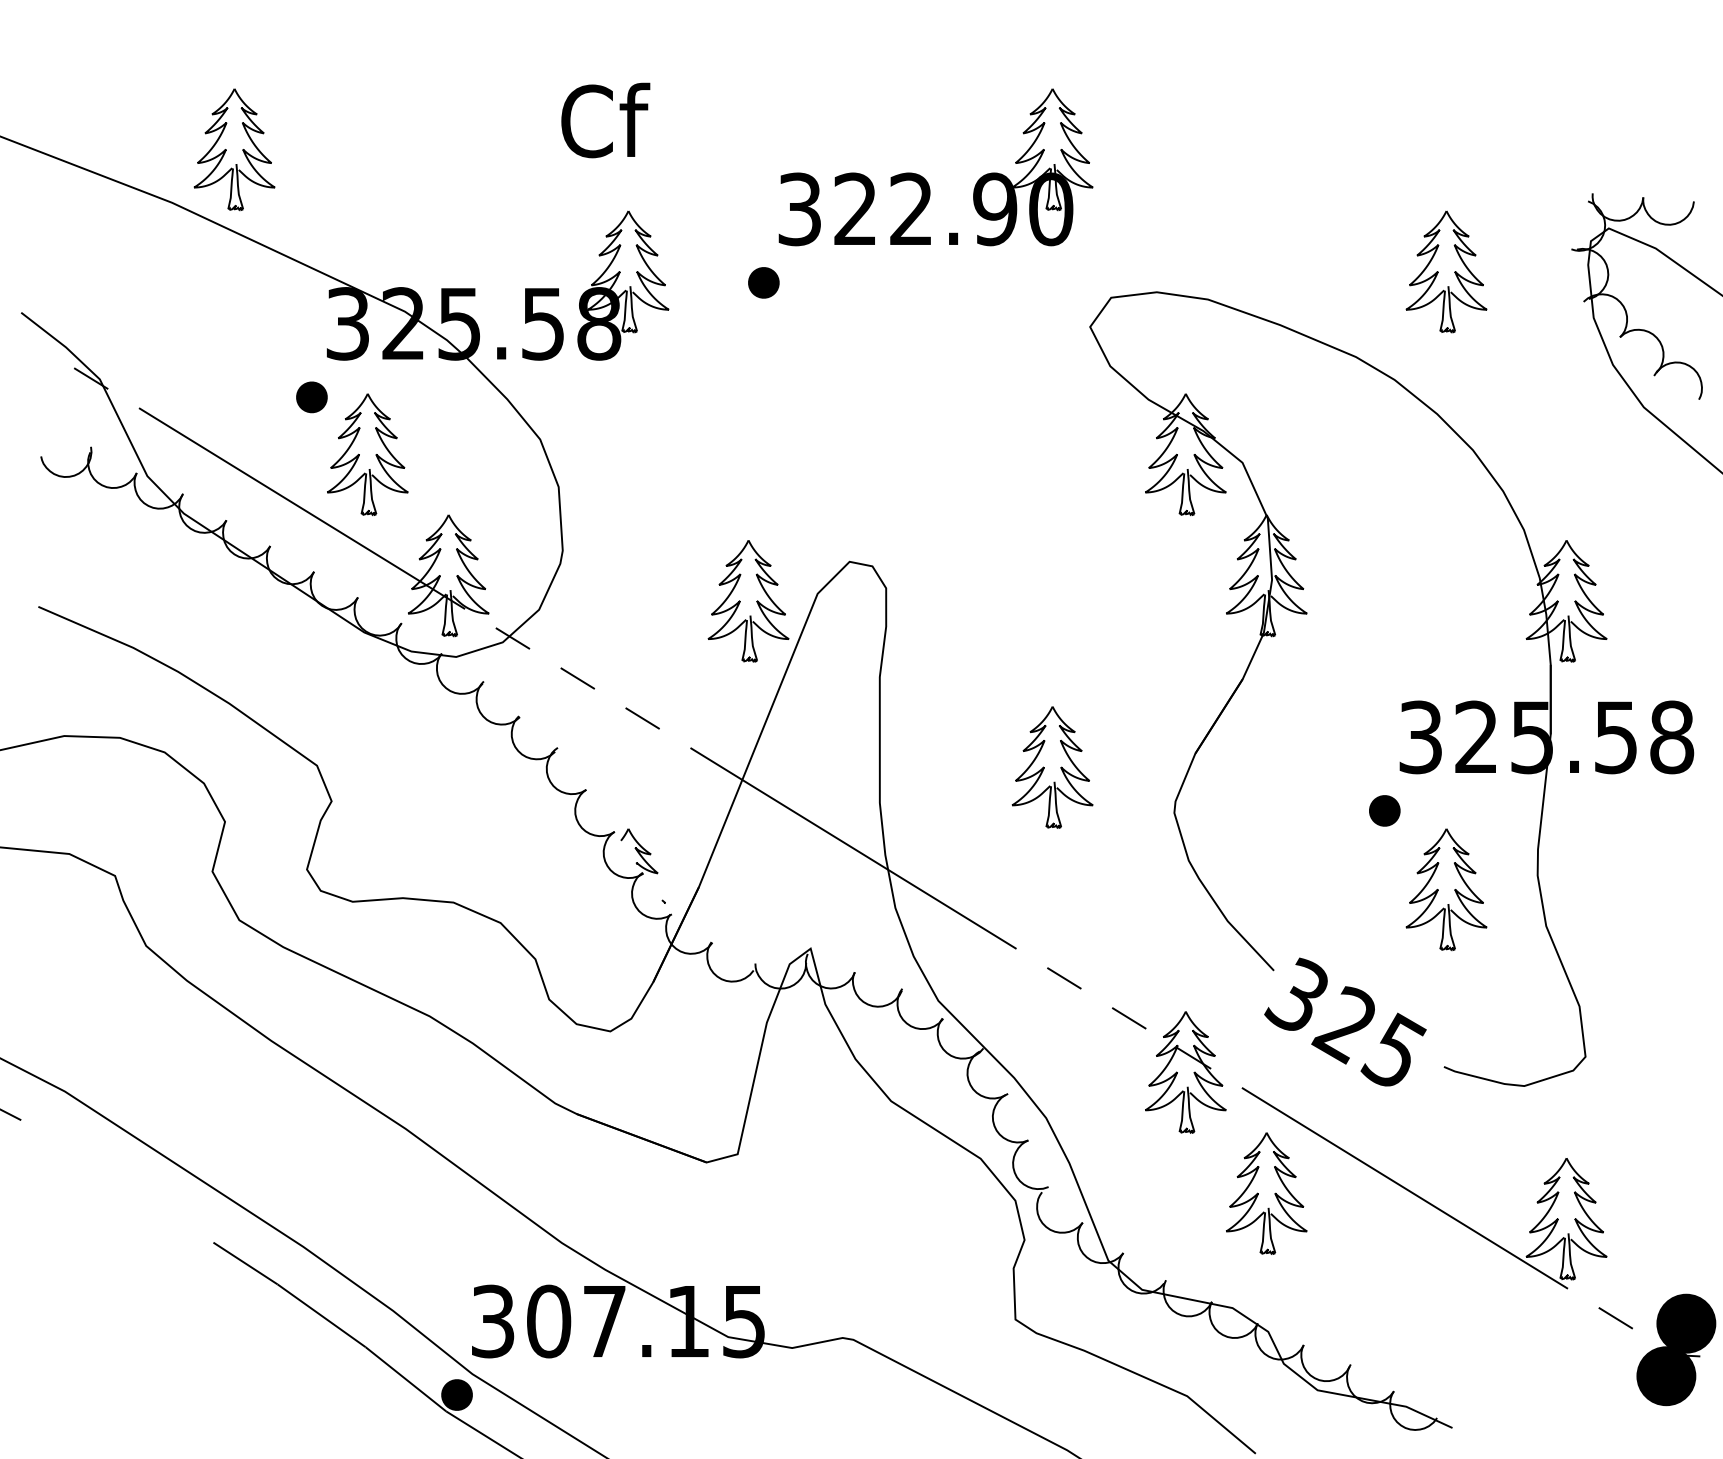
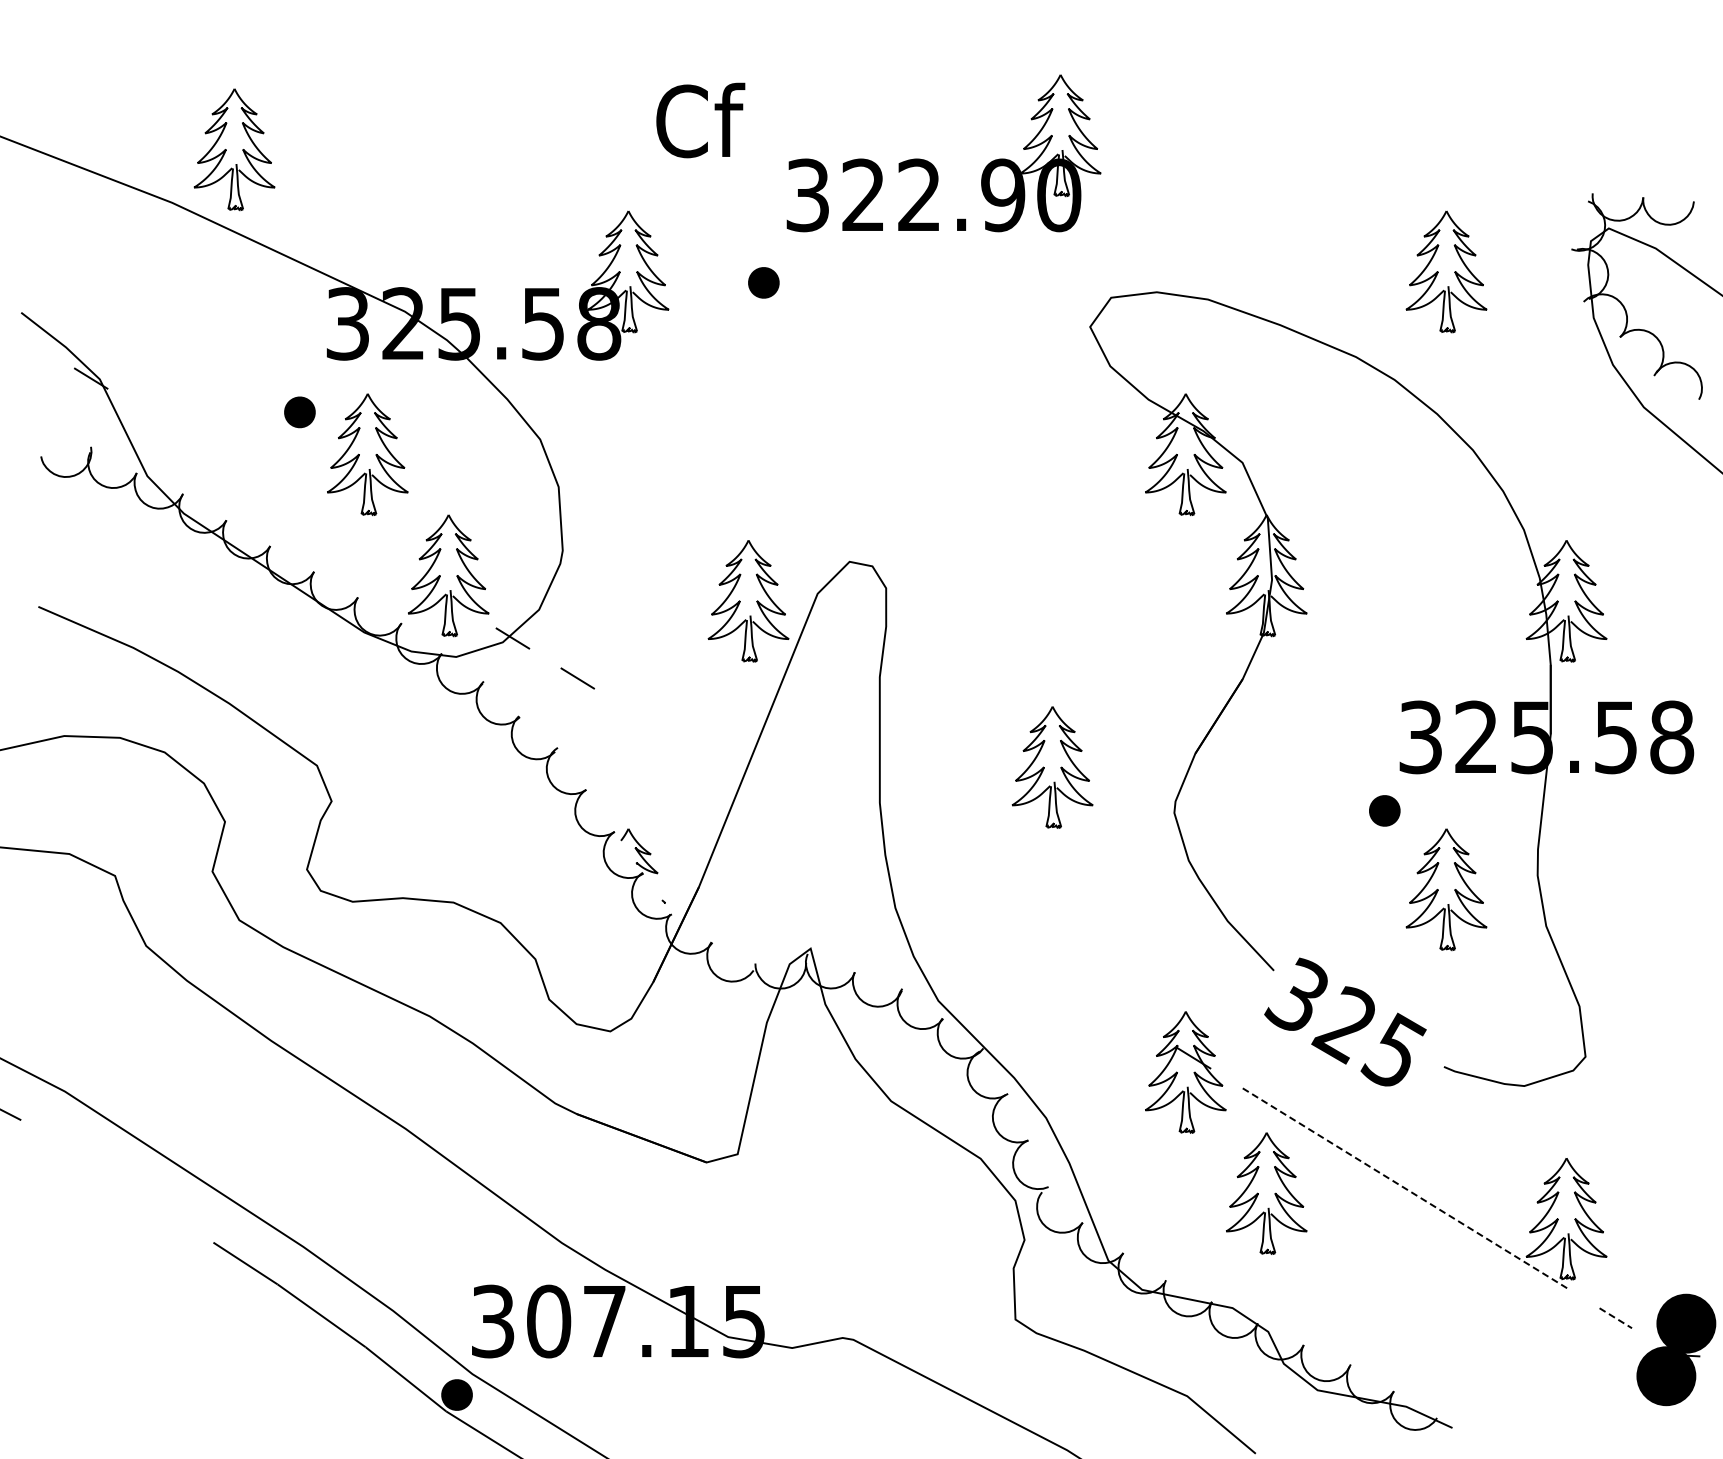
text at (605, 120) position: (605, 120) -> (700, 120)
part at (924, 177) position: (924, 177) -> (932, 163)
part at (311, 397) position: (311, 397) -> (299, 412)
line at (301, 508): present -> none
line at (642, 718): present -> none
line at (853, 848): present -> none
line at (1064, 978): present -> none
line at (1129, 1018): present -> none
line at (1404, 1188): solid -> dashed
line at (1616, 1318): solid -> dashed
